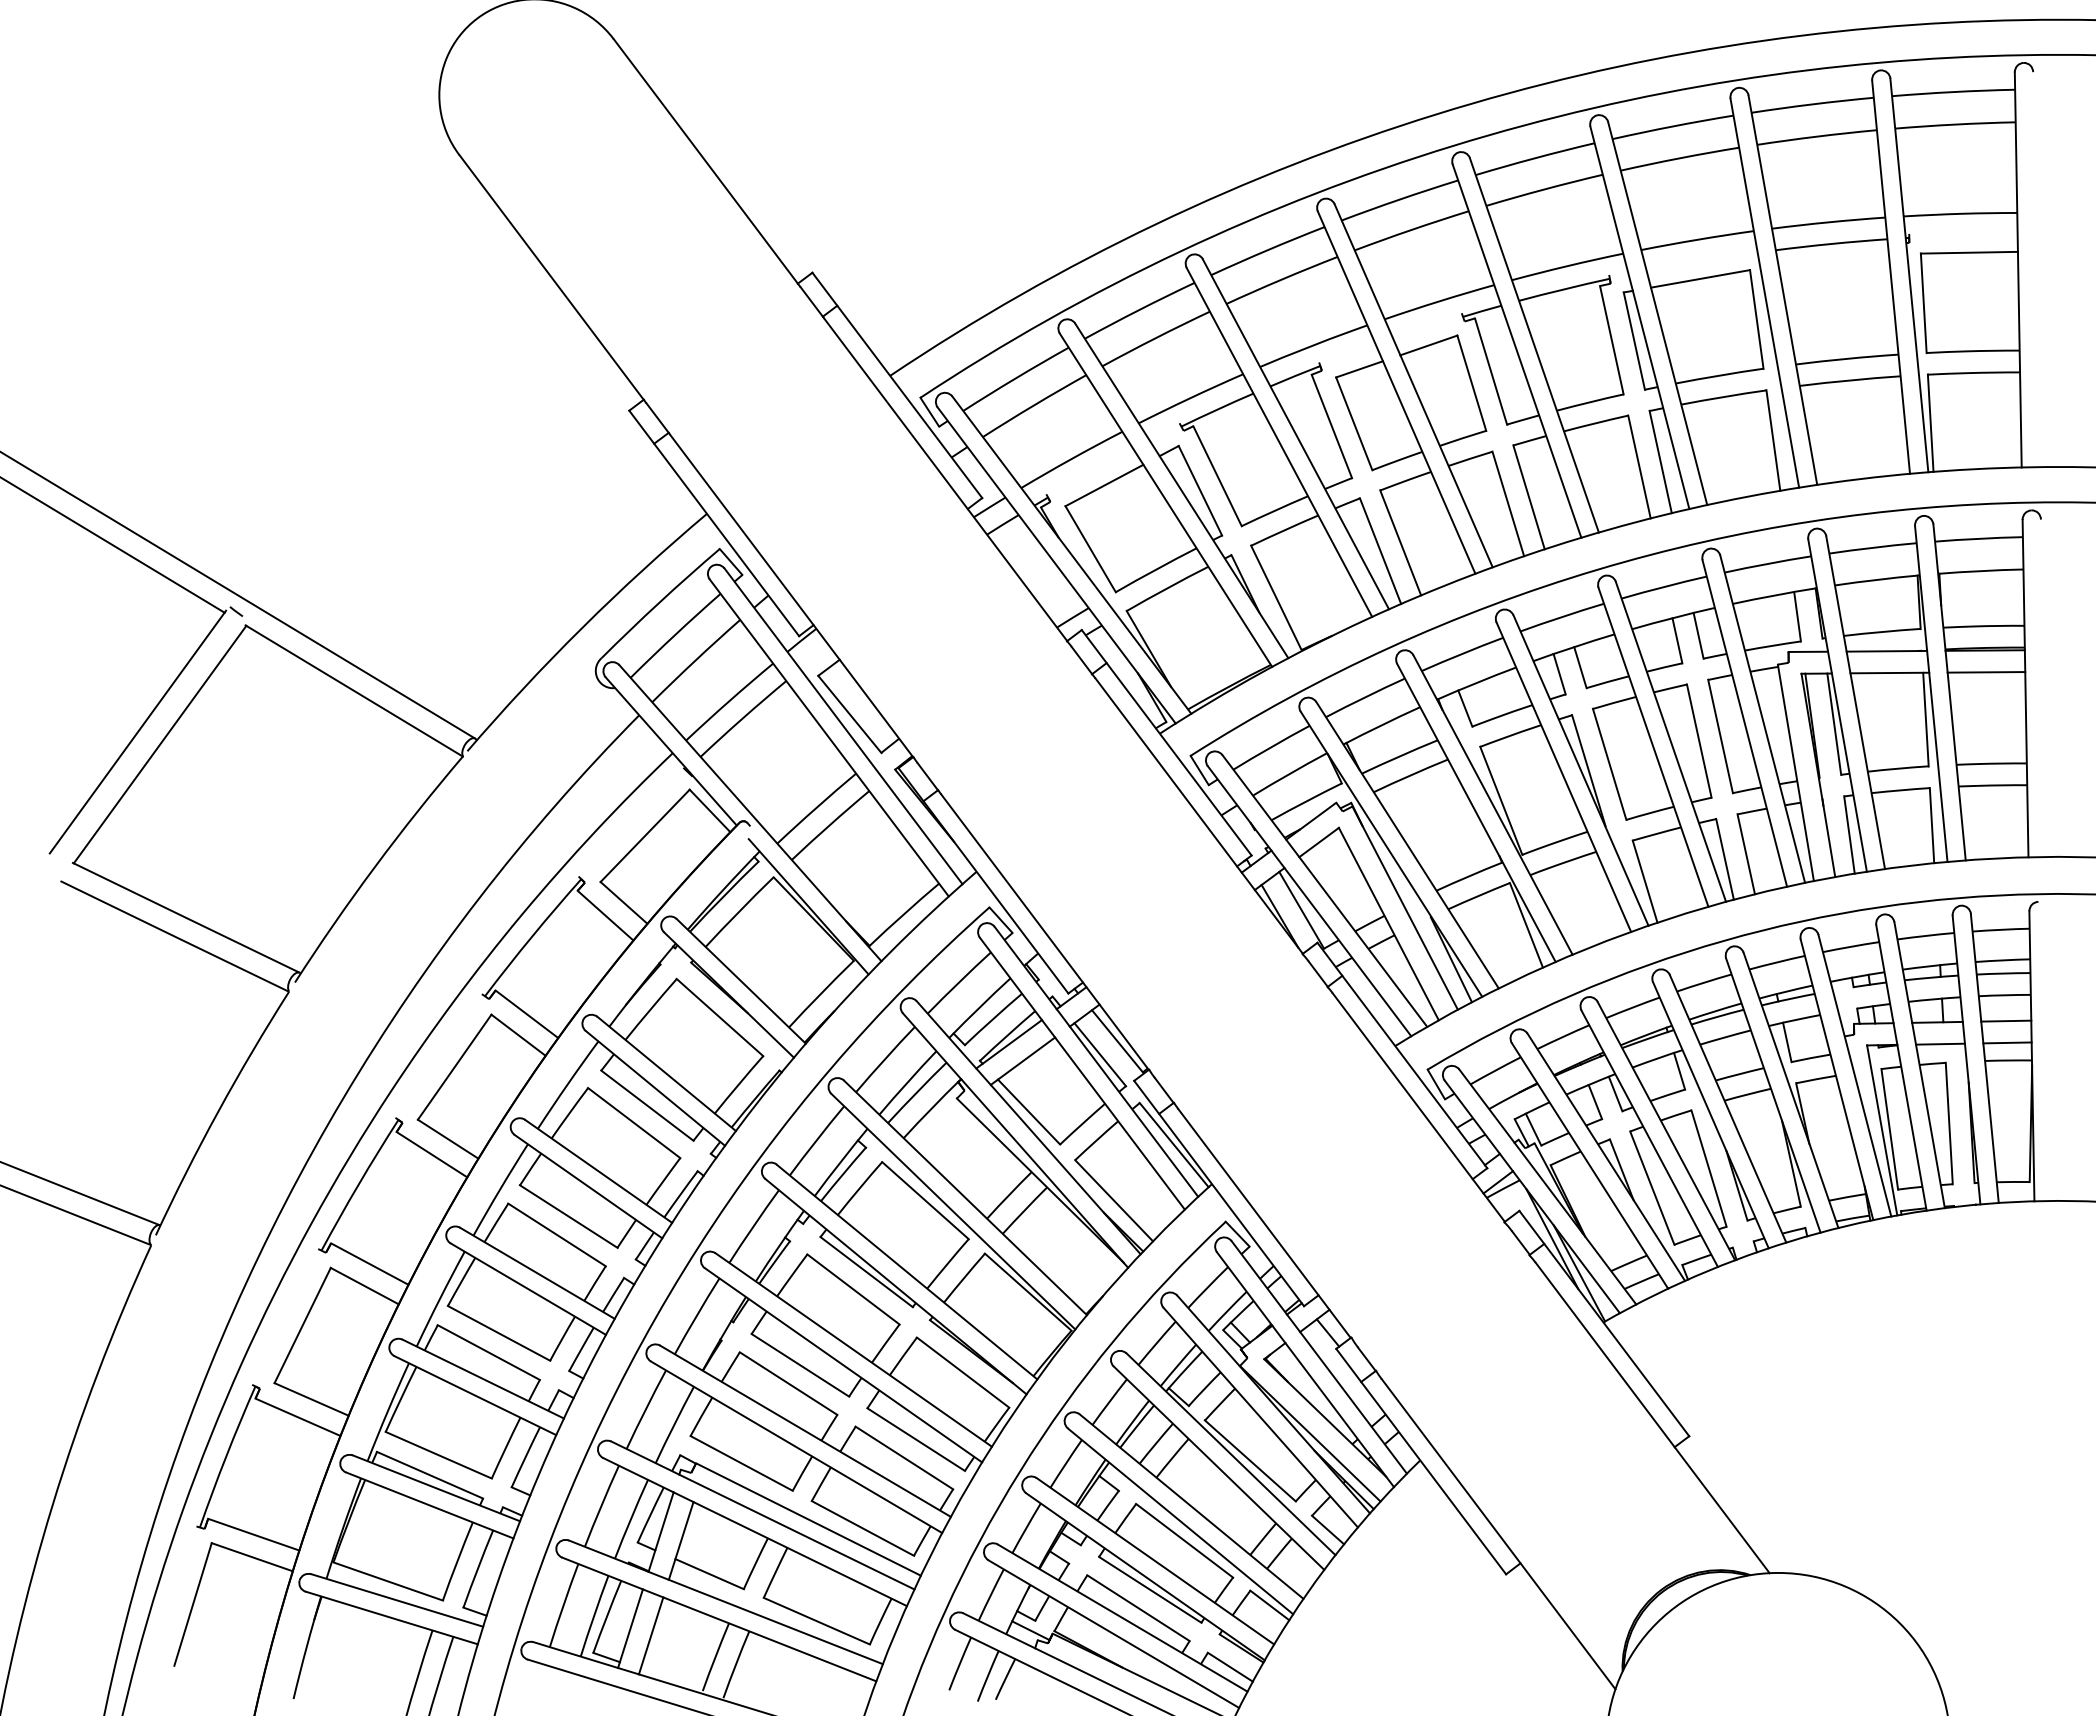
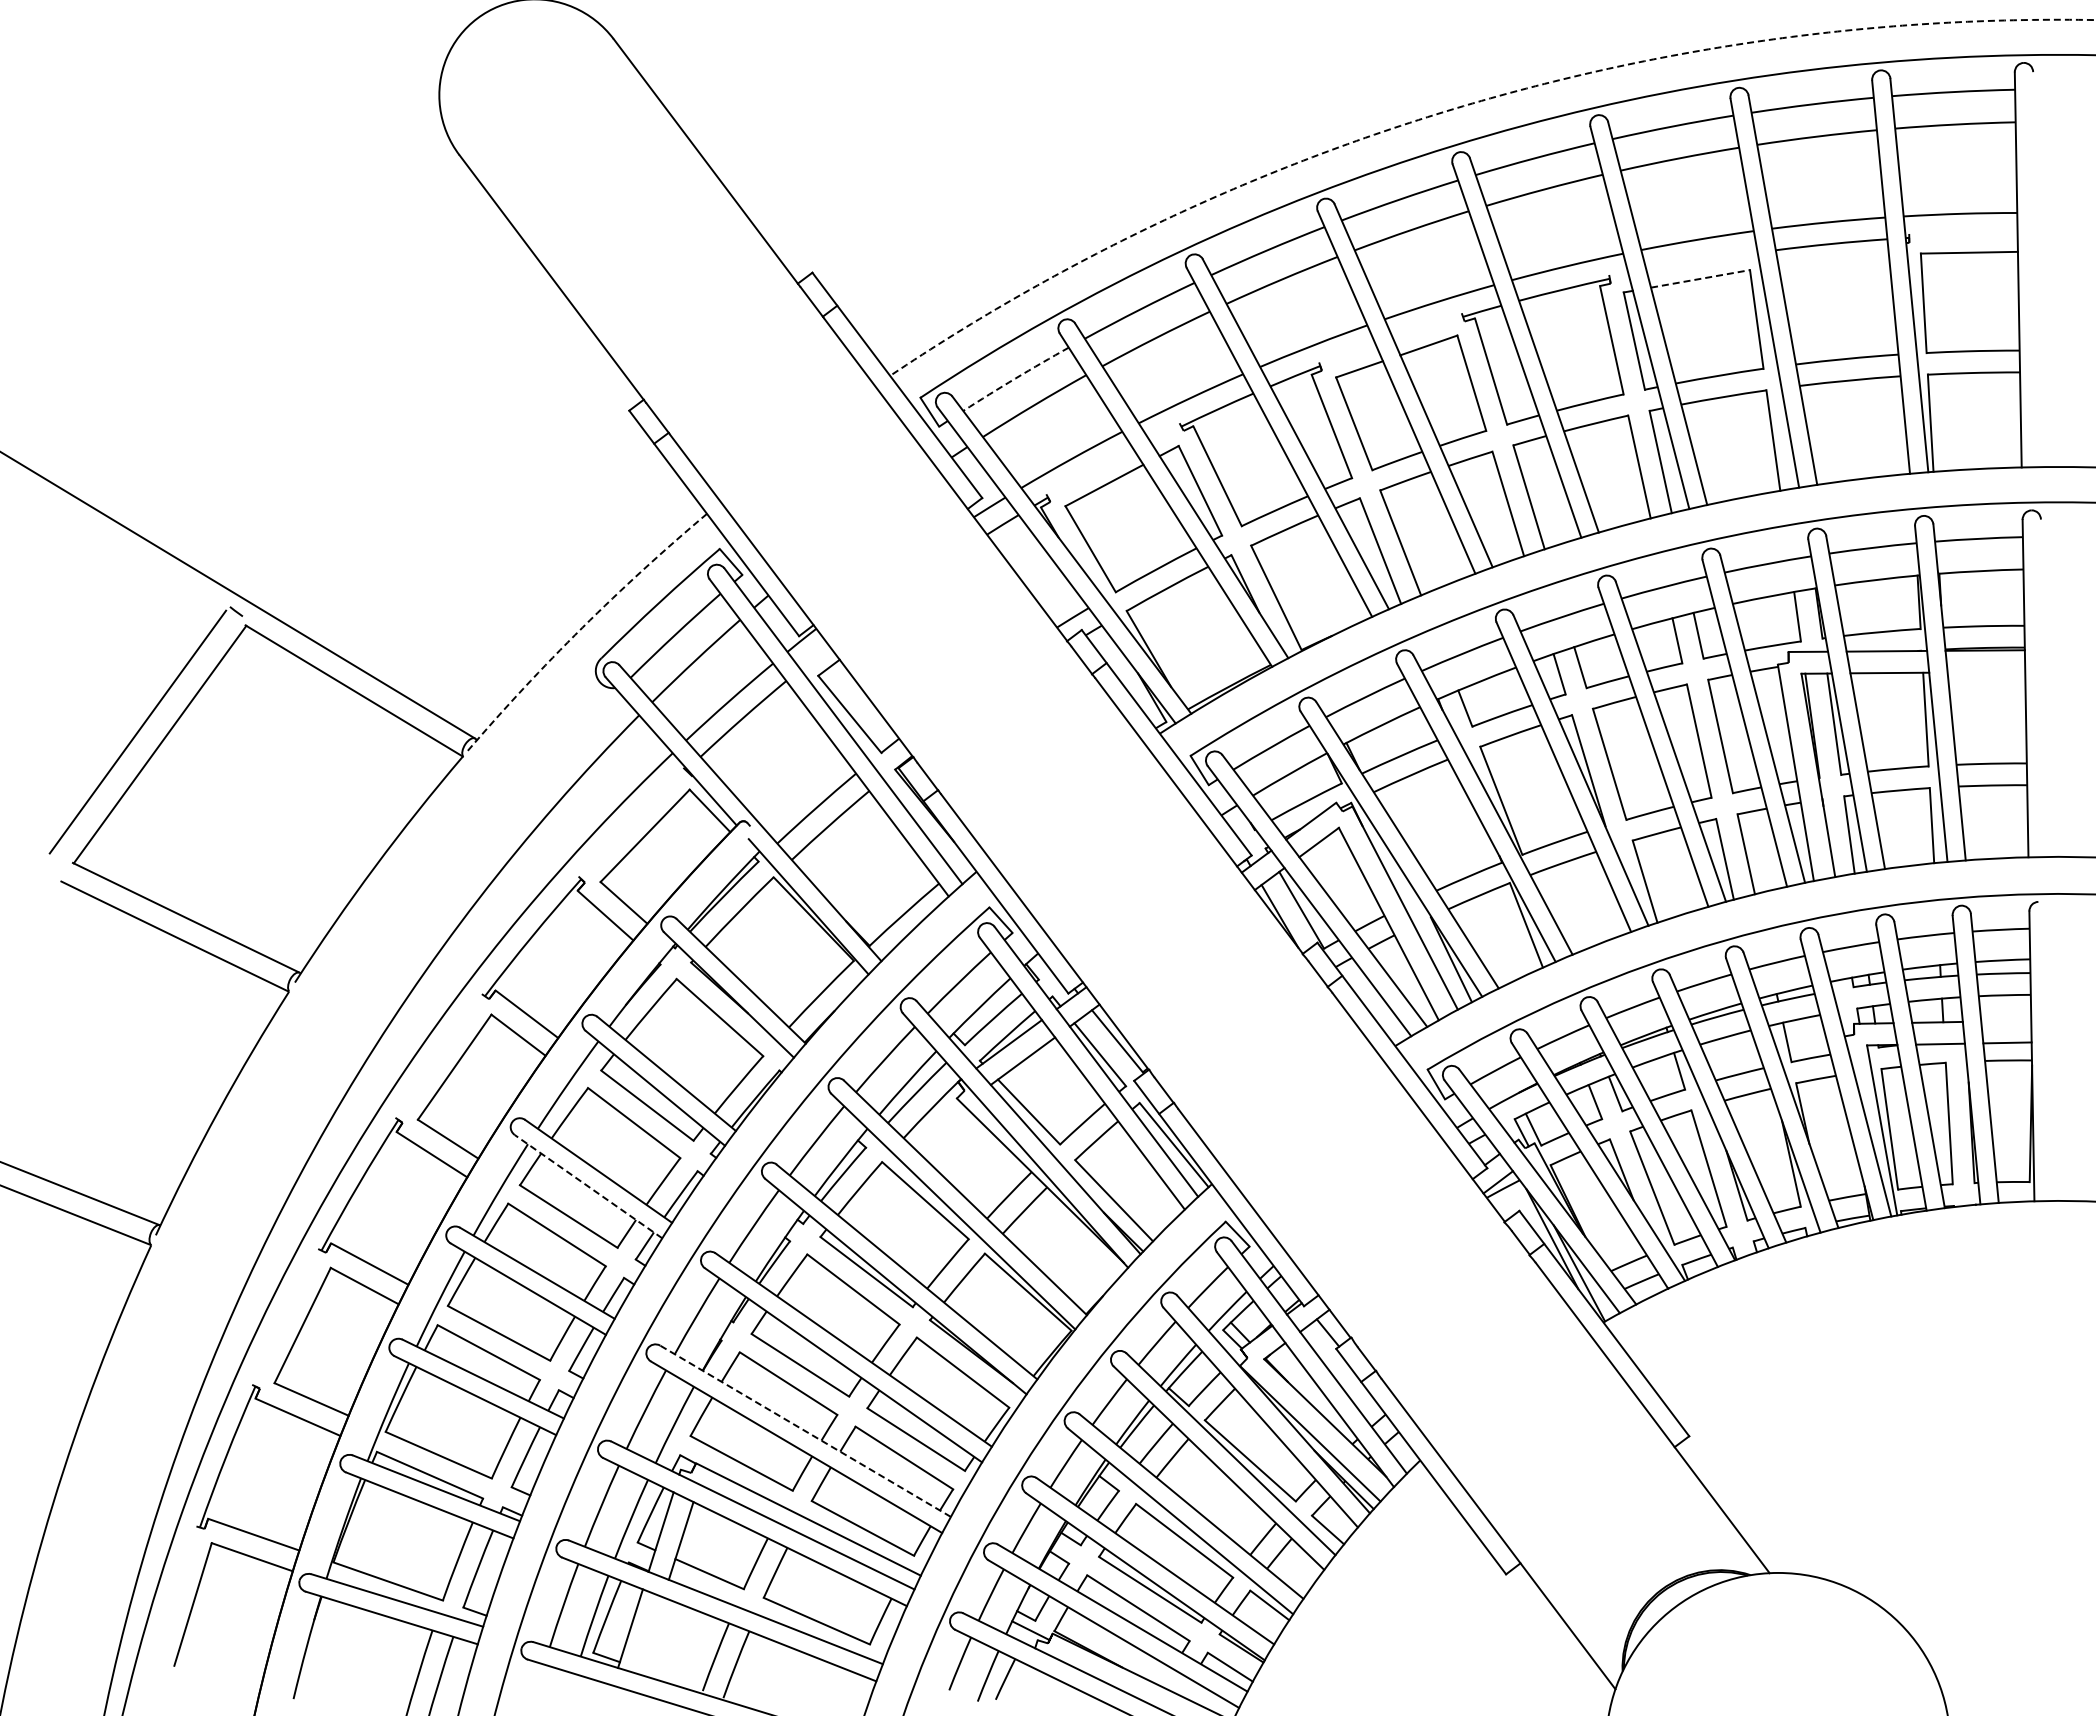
arc at (1468, 104): solid -> dashed
line at (1701, 278): solid -> dashed
arc at (1015, 378): solid -> dashed
line at (113, 545): present -> none
arc at (582, 627): solid -> dashed
line at (1986, 672): present -> none
line at (2006, 1020): present -> none
line at (588, 1186): solid -> dashed
line at (805, 1431): solid -> dashed
line at (650, 1635): present -> none
